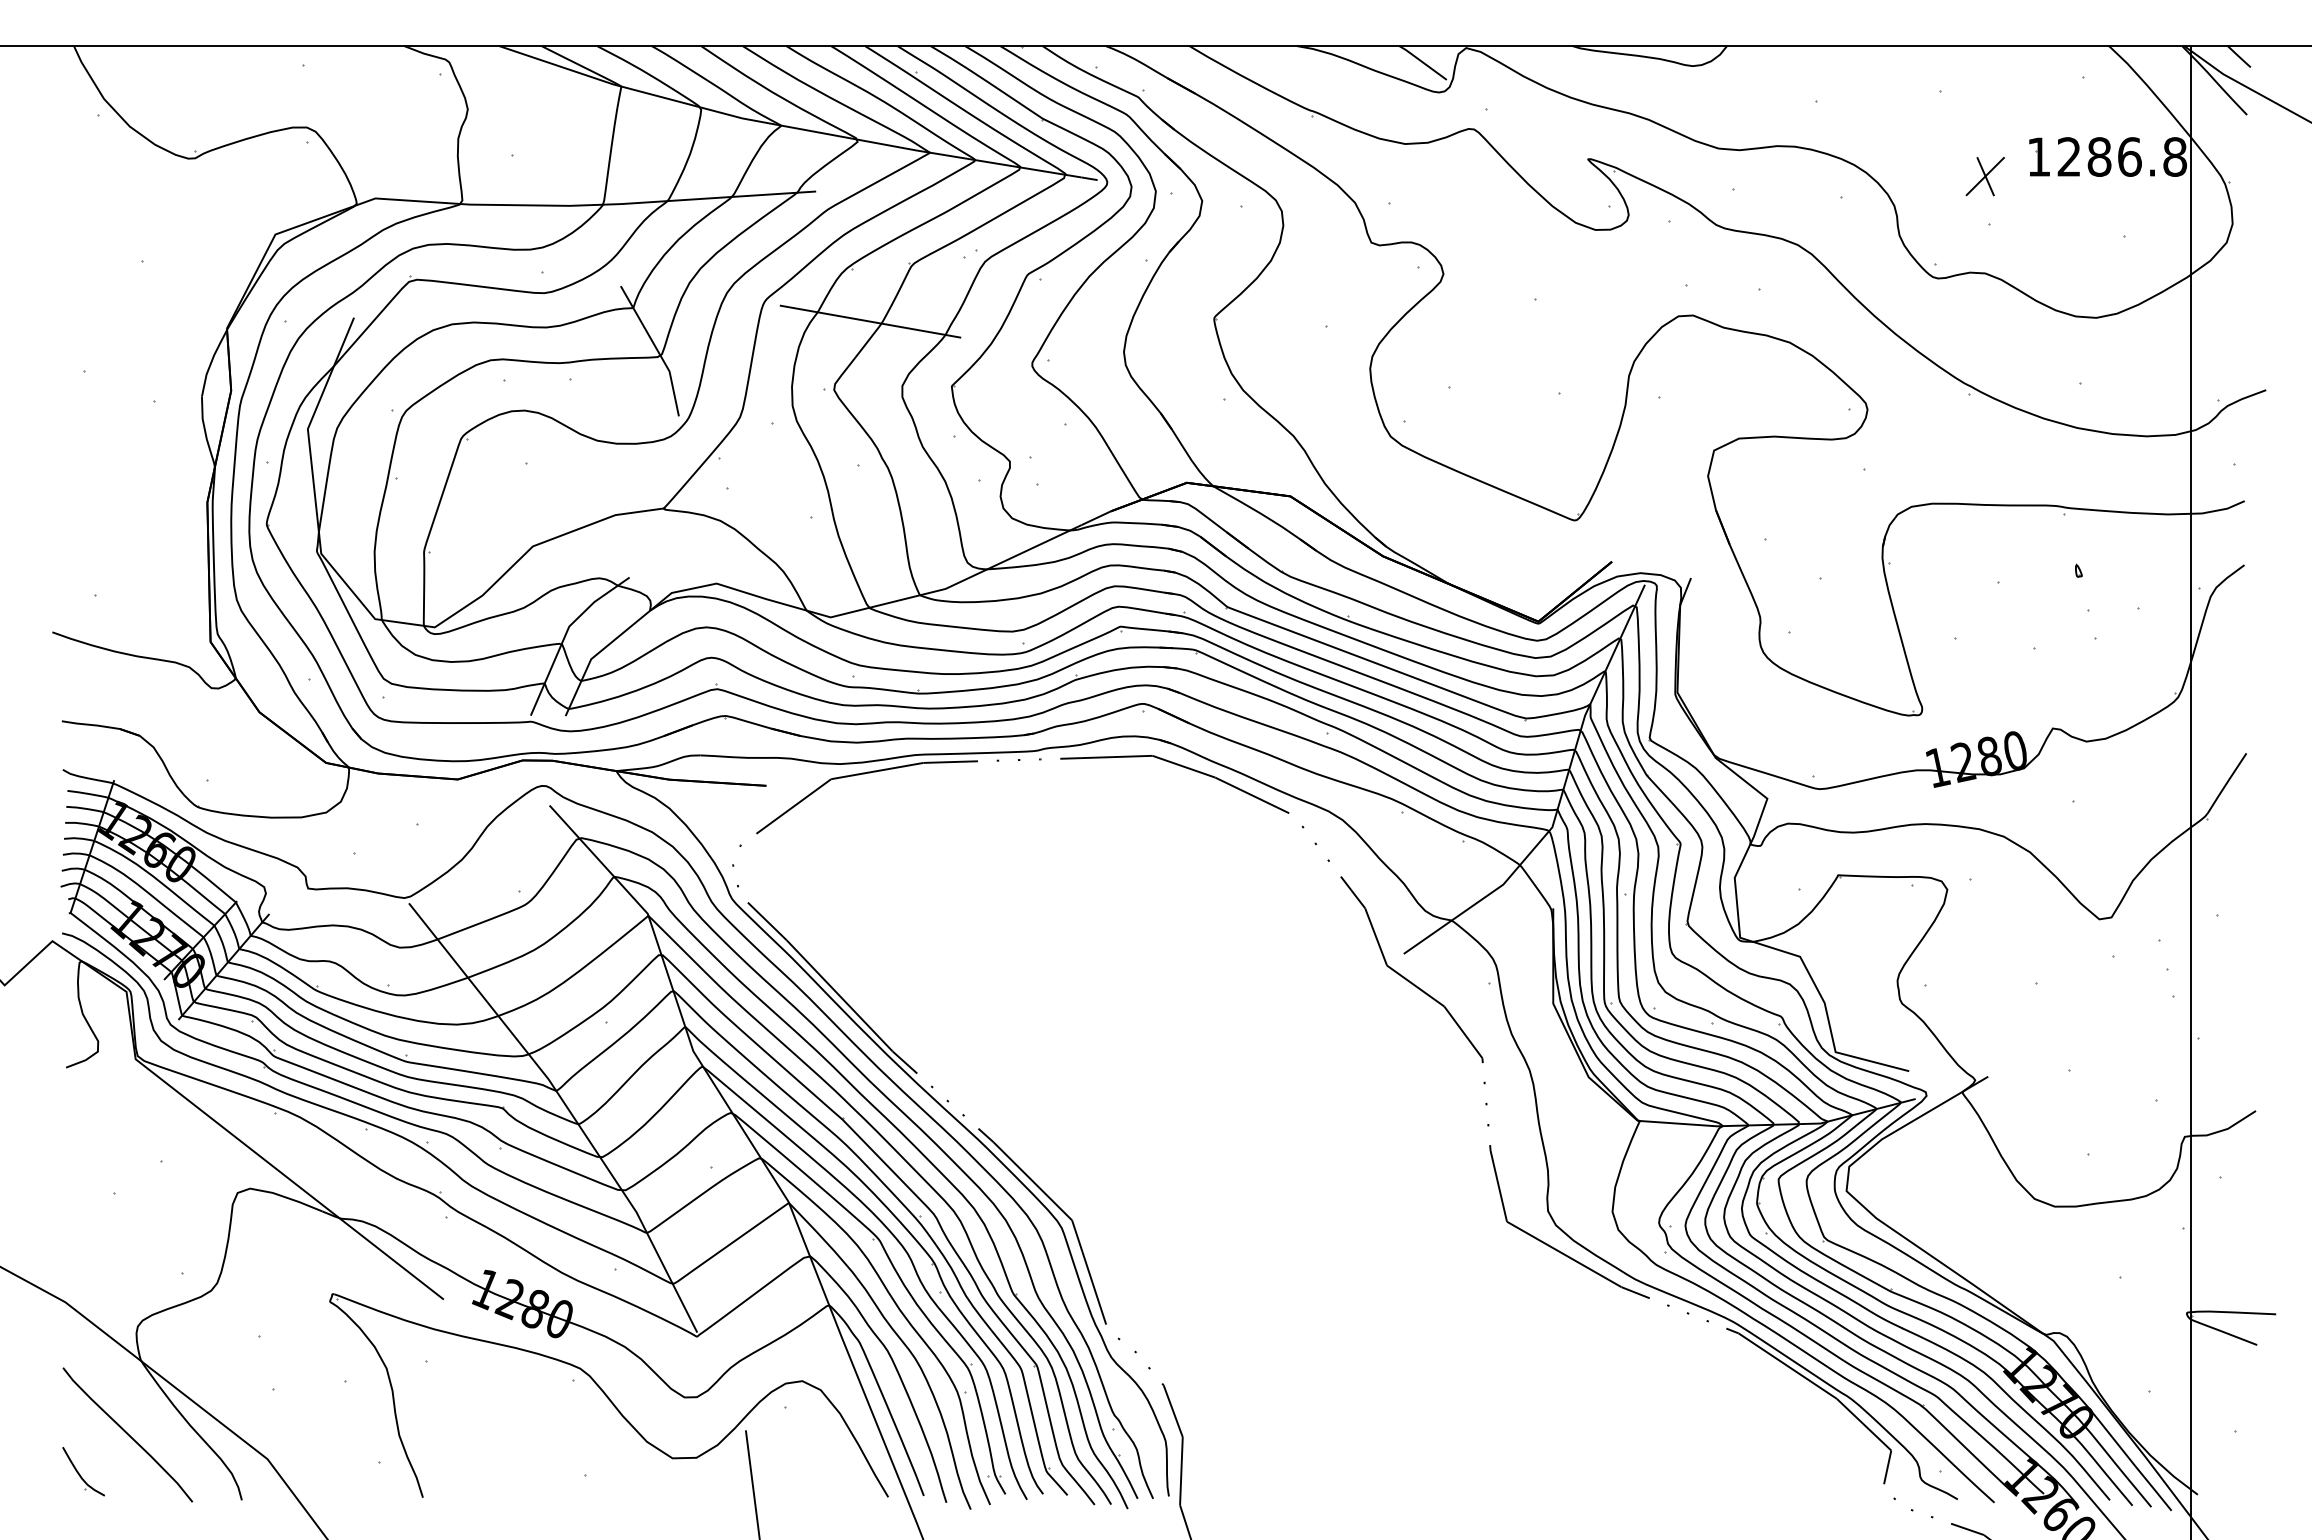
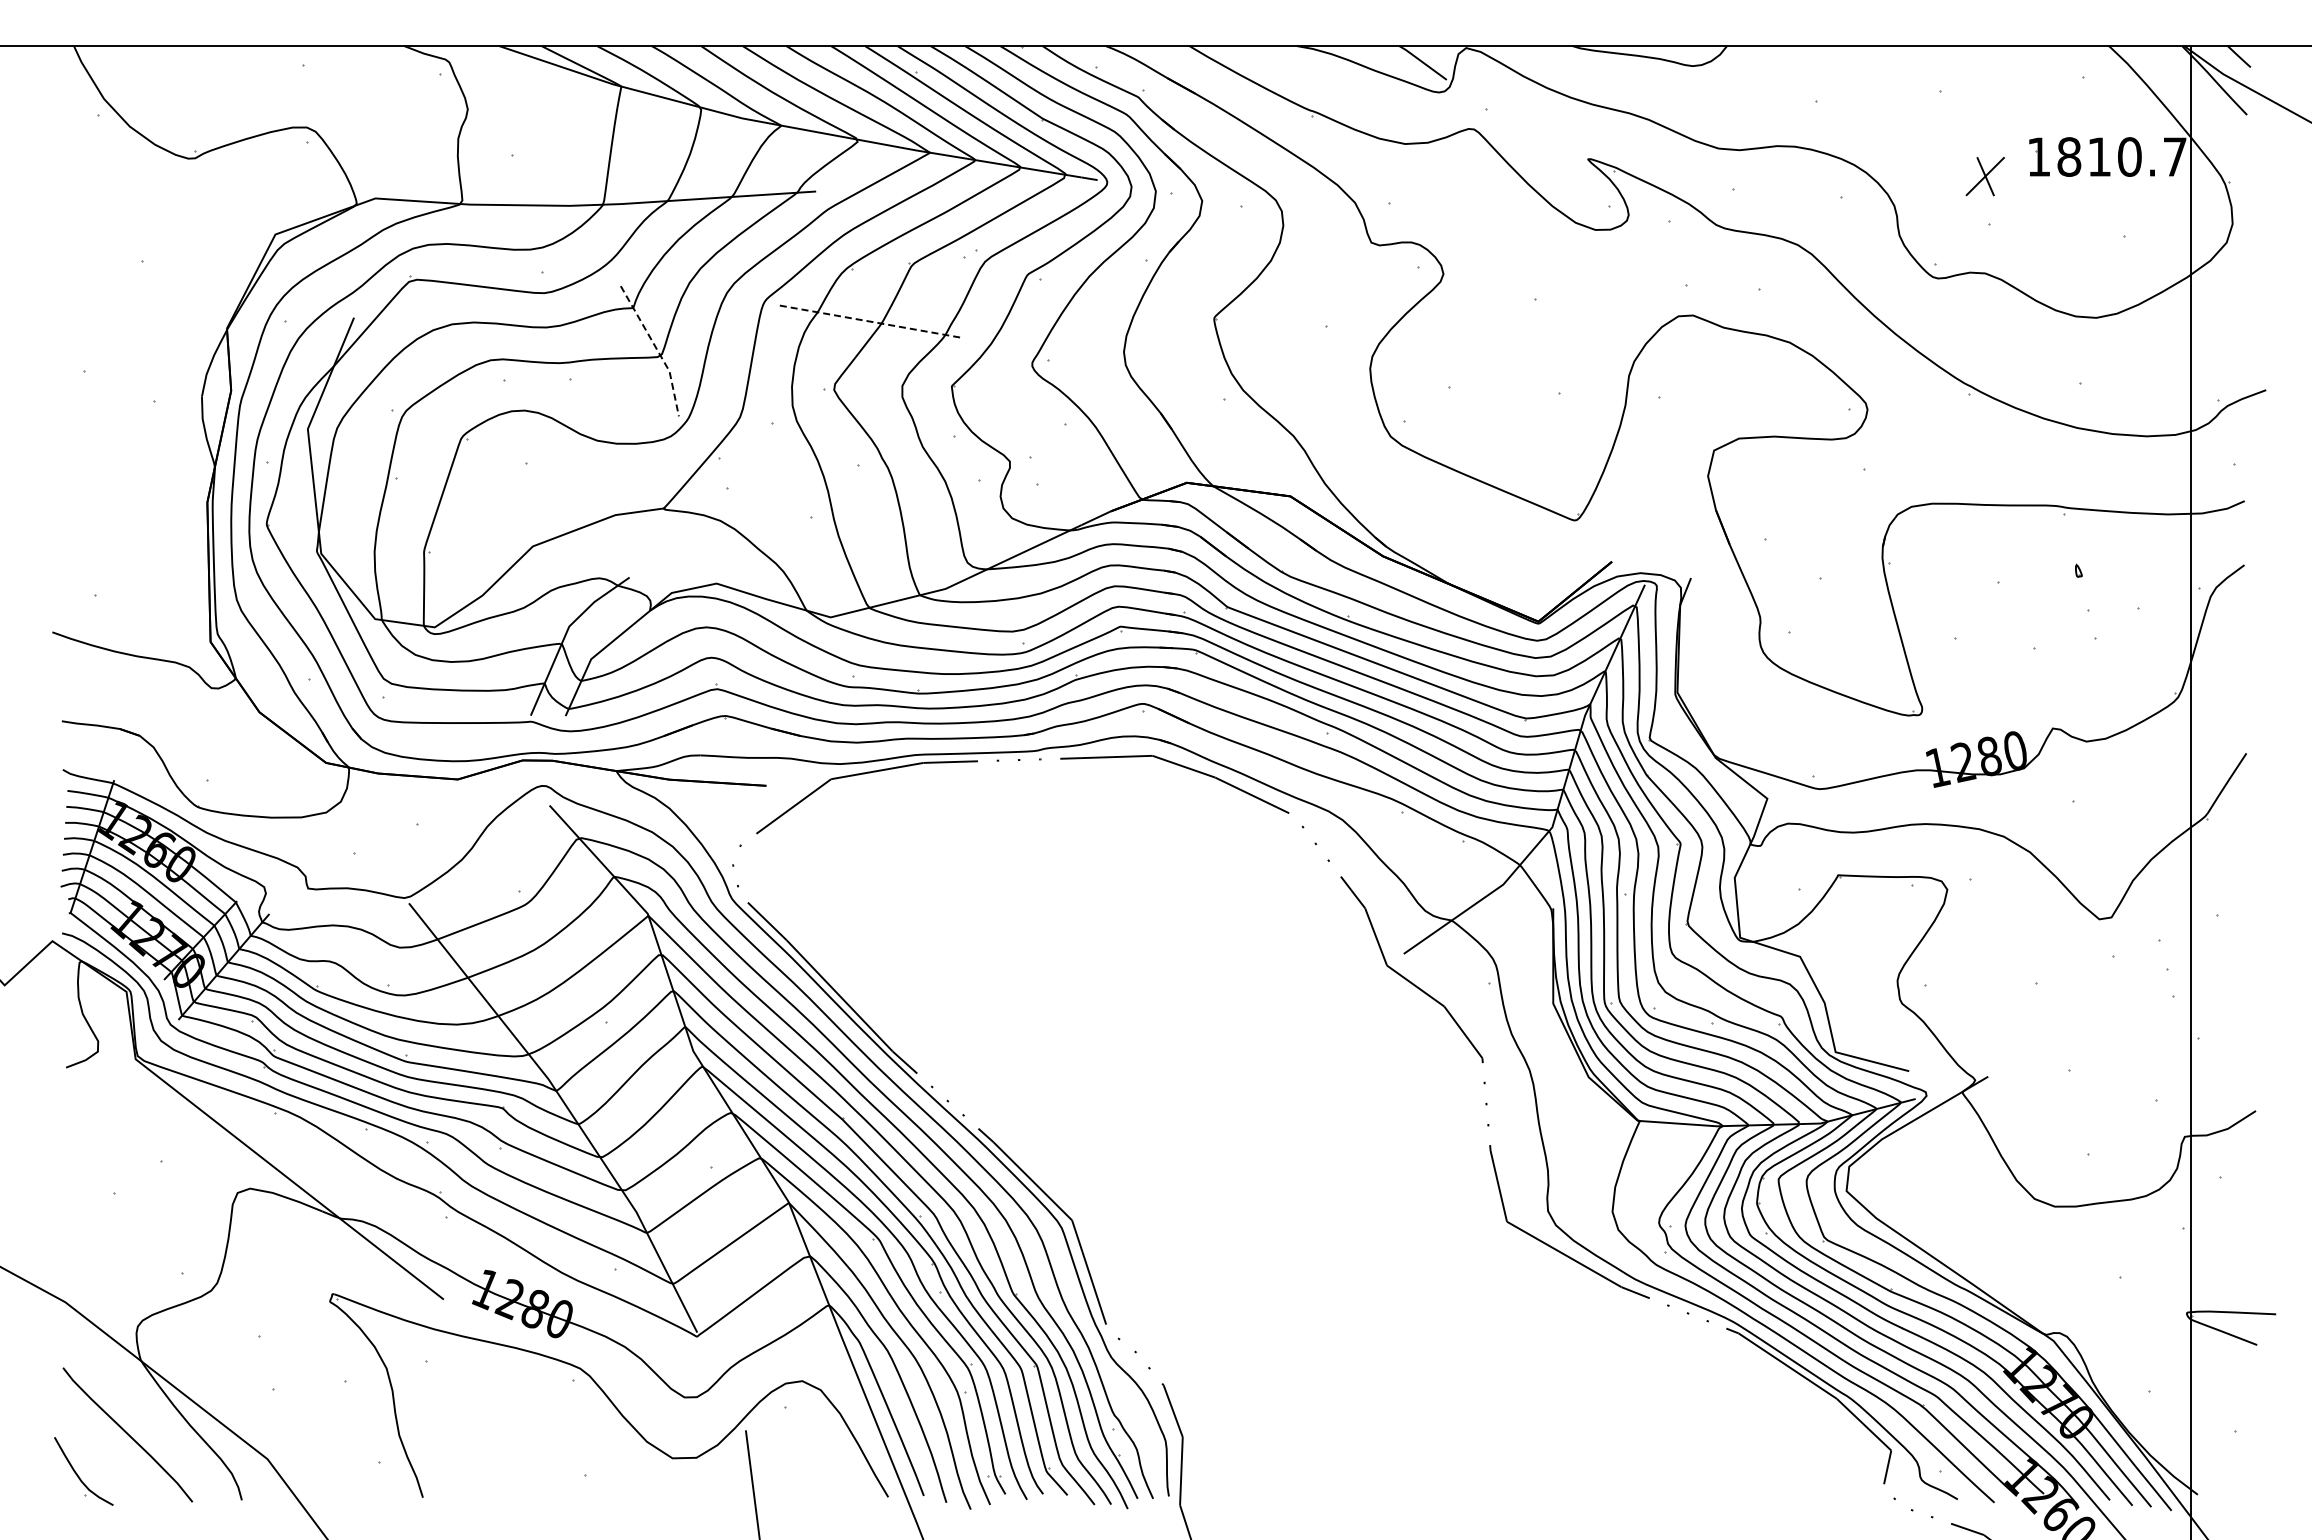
text at (2122, 156): 1286.8 -> 1810.7
line at (871, 321): solid -> dashed
line at (656, 349): solid -> dashed
part at (83, 1471) size: 43x50 px -> 60x69 px
